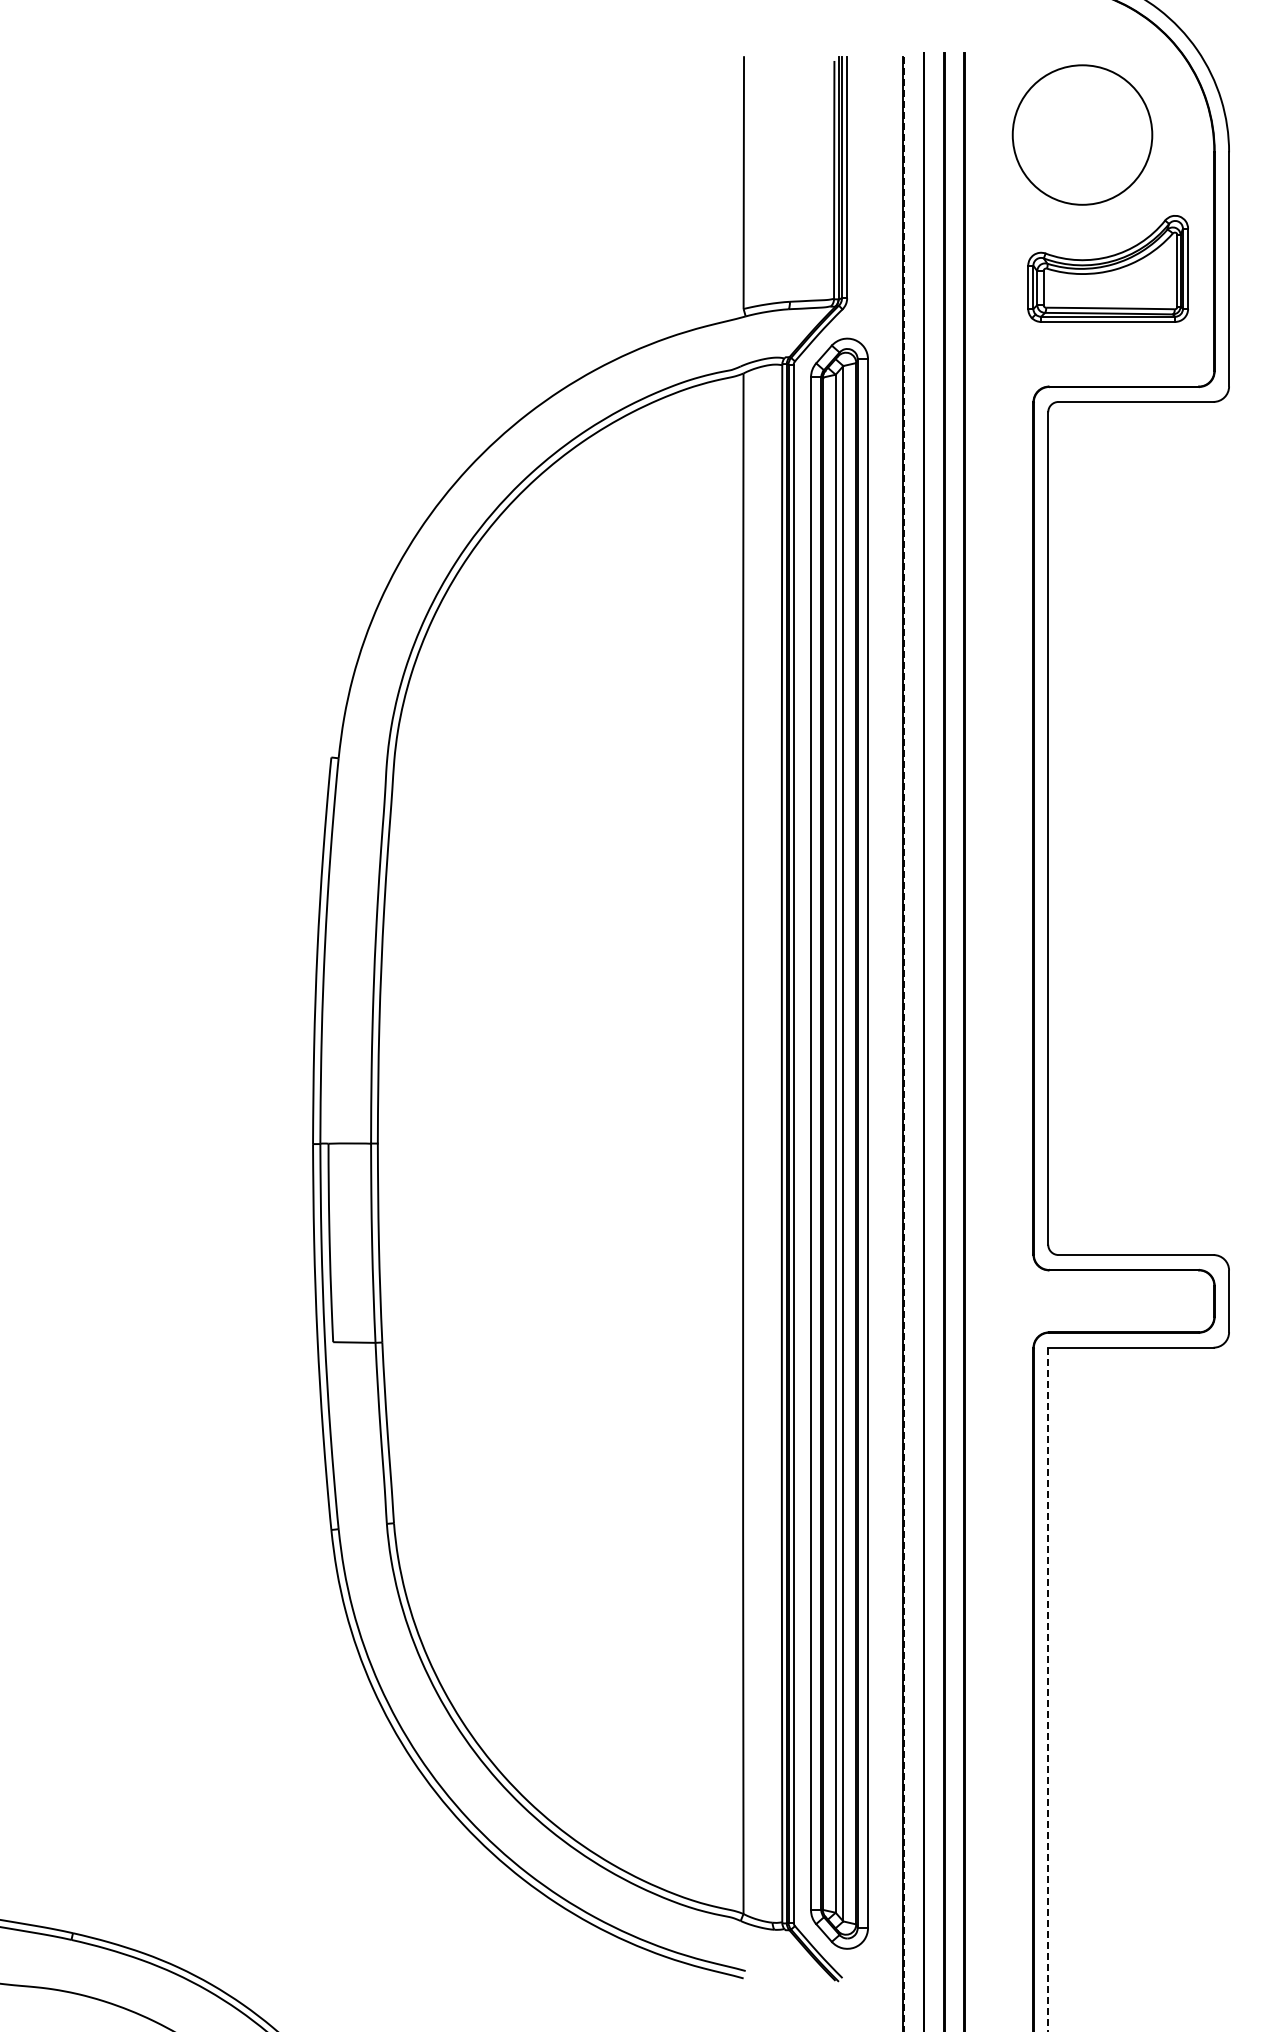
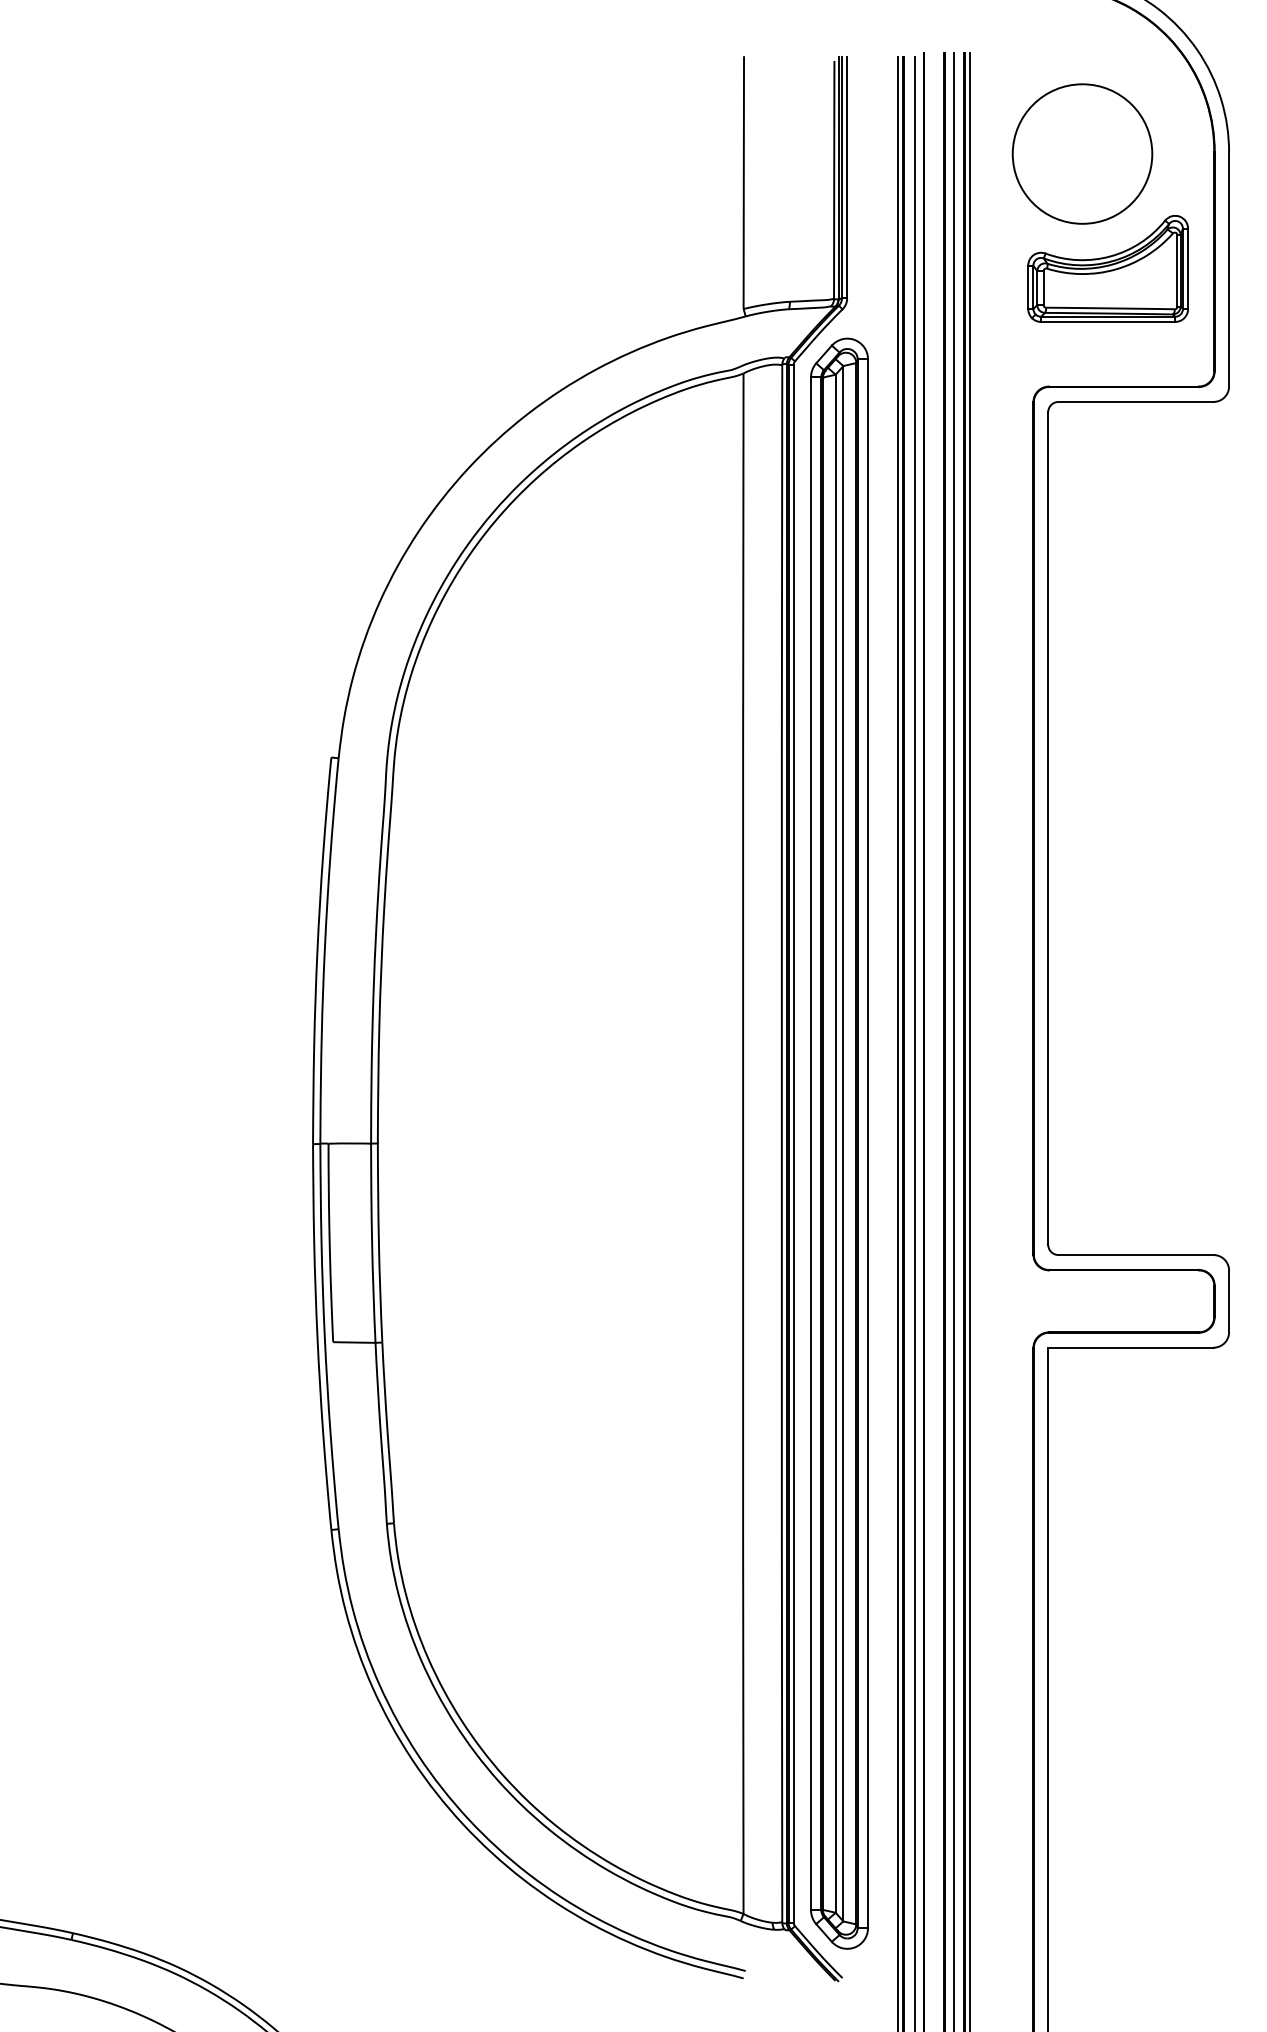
circle at (1082, 134) position: (1082, 134) -> (1082, 153)
line at (953, 1040): none -> present
line at (970, 1040): none -> present
line at (897, 1042): none -> present
line at (914, 1042): none -> present
line at (904, 1043): dashed -> solid
line at (1048, 1689): dashed -> solid
